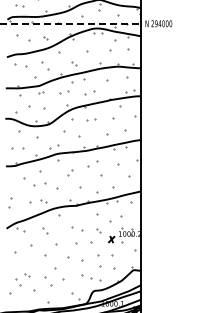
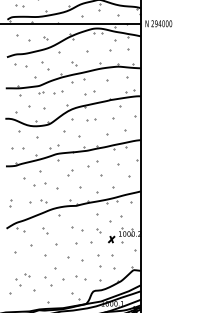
line at (70, 23): dashed -> solid
part at (64, 92) position: (64, 92) -> (58, 92)
part at (10, 202) size: 5x12 px -> 4x9 px
part at (86, 276) position: (86, 276) -> (80, 277)
